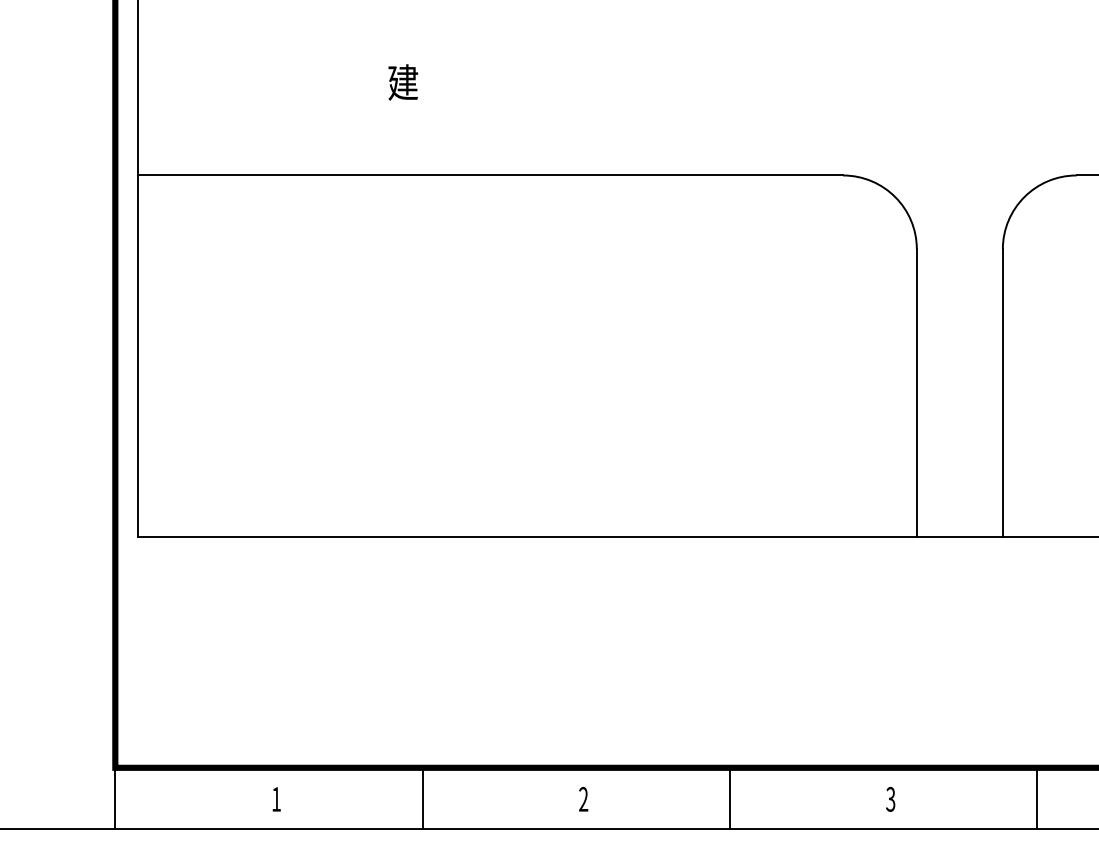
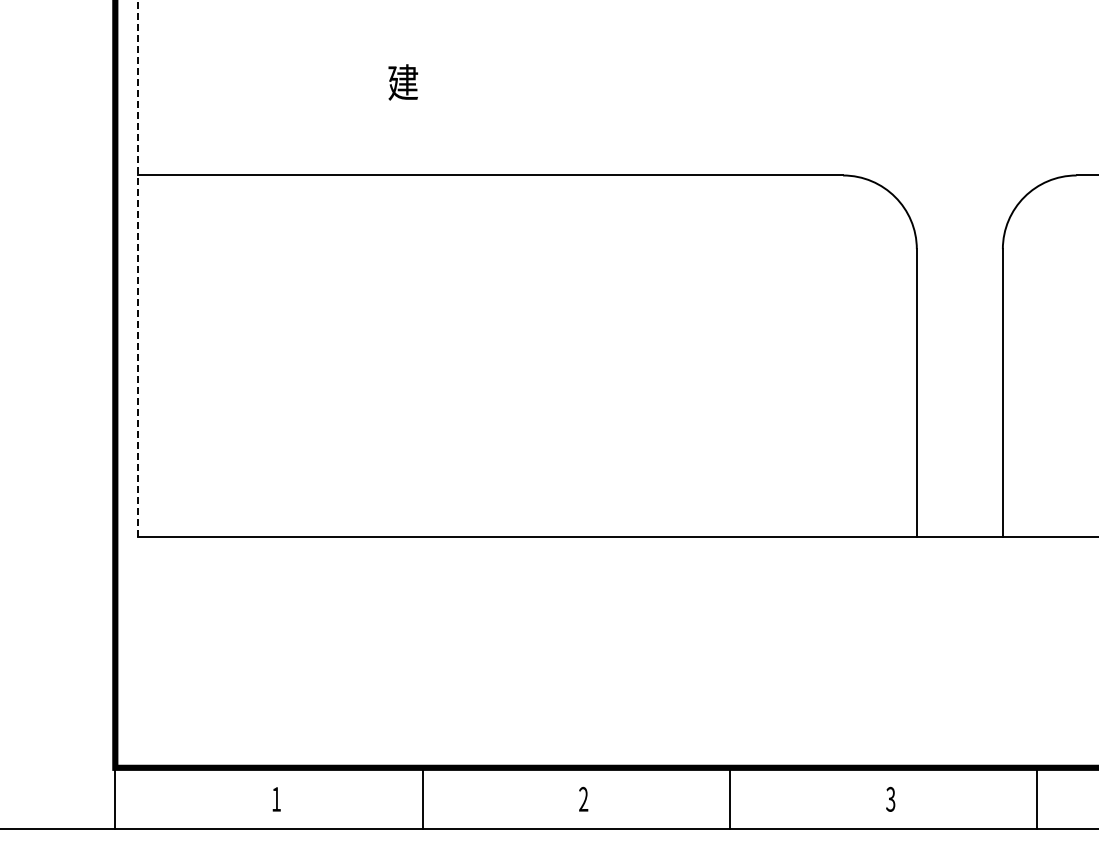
line at (137, 268): solid -> dashed
